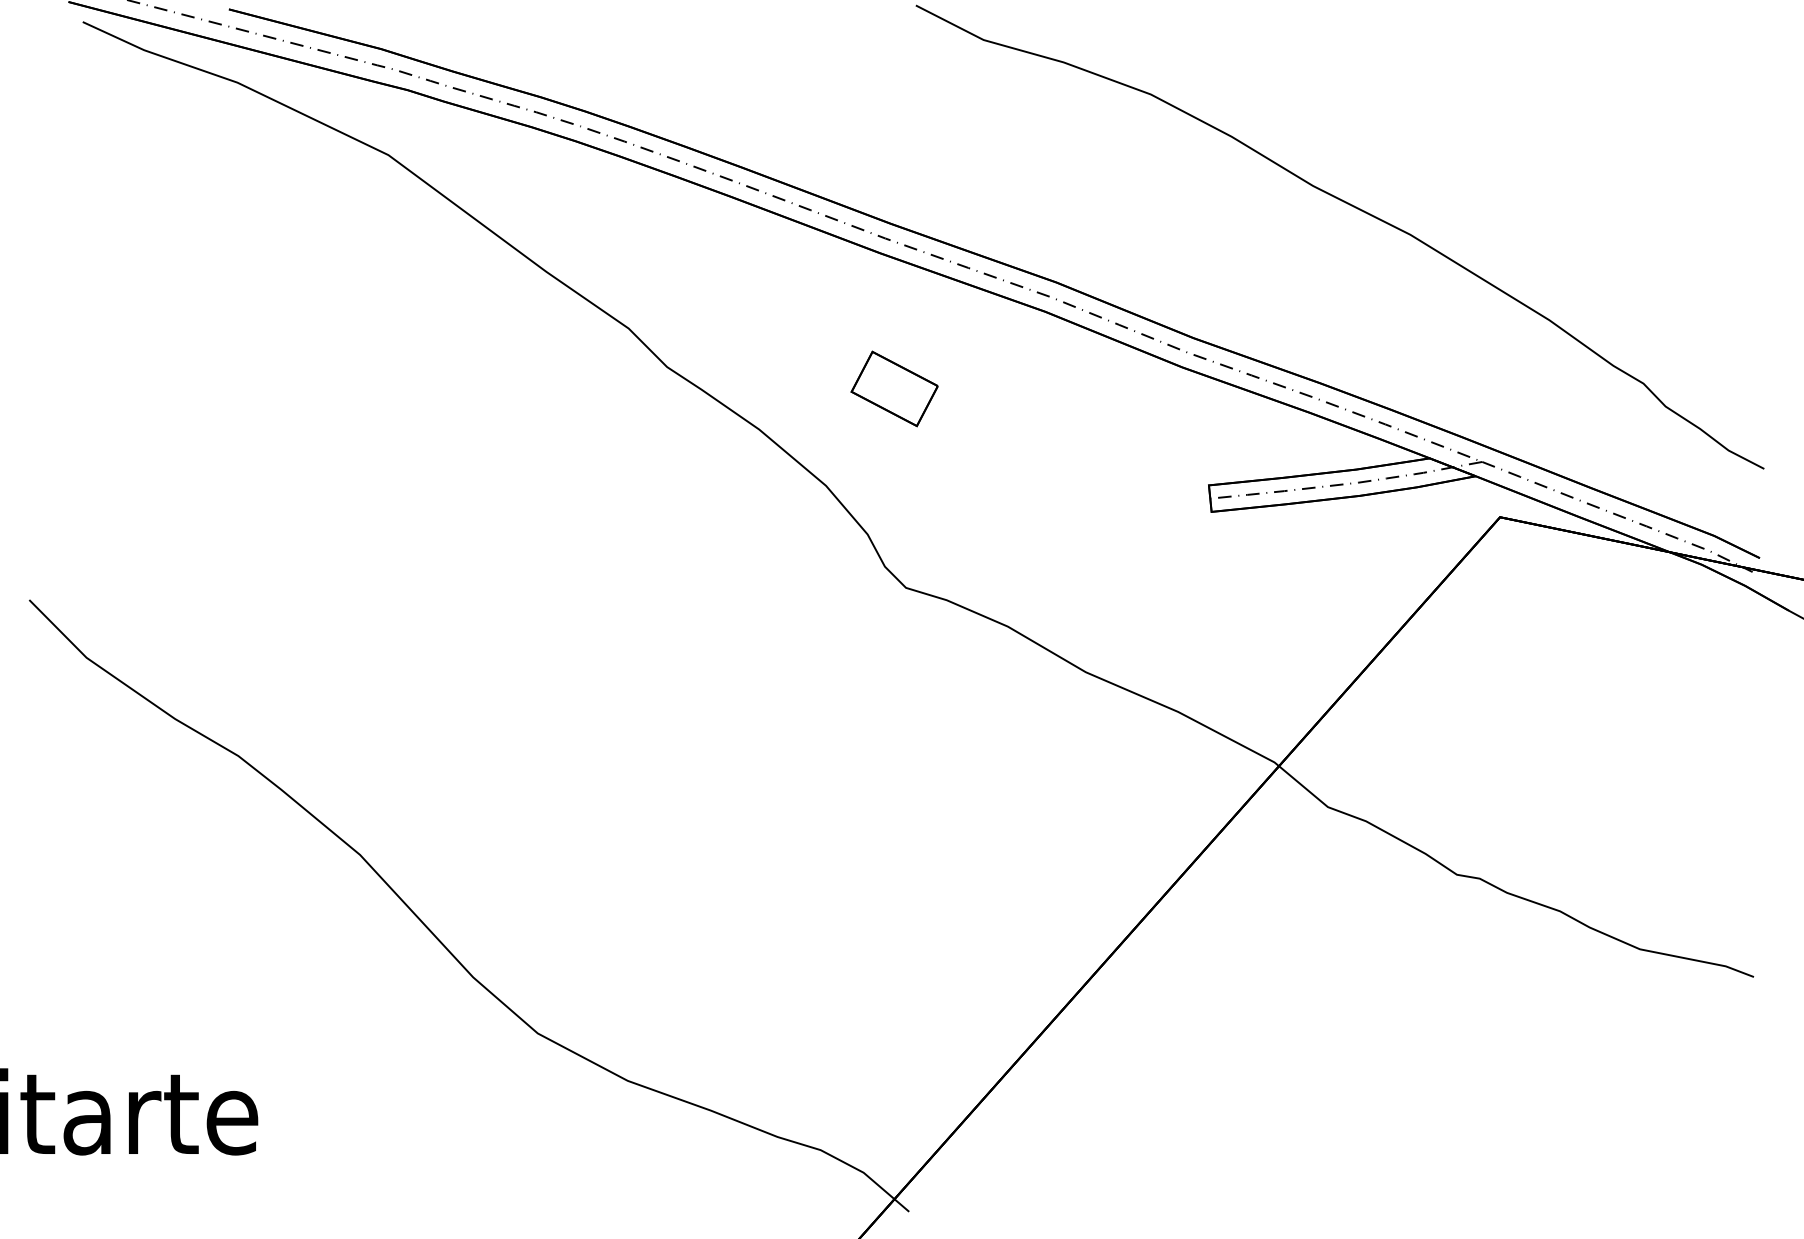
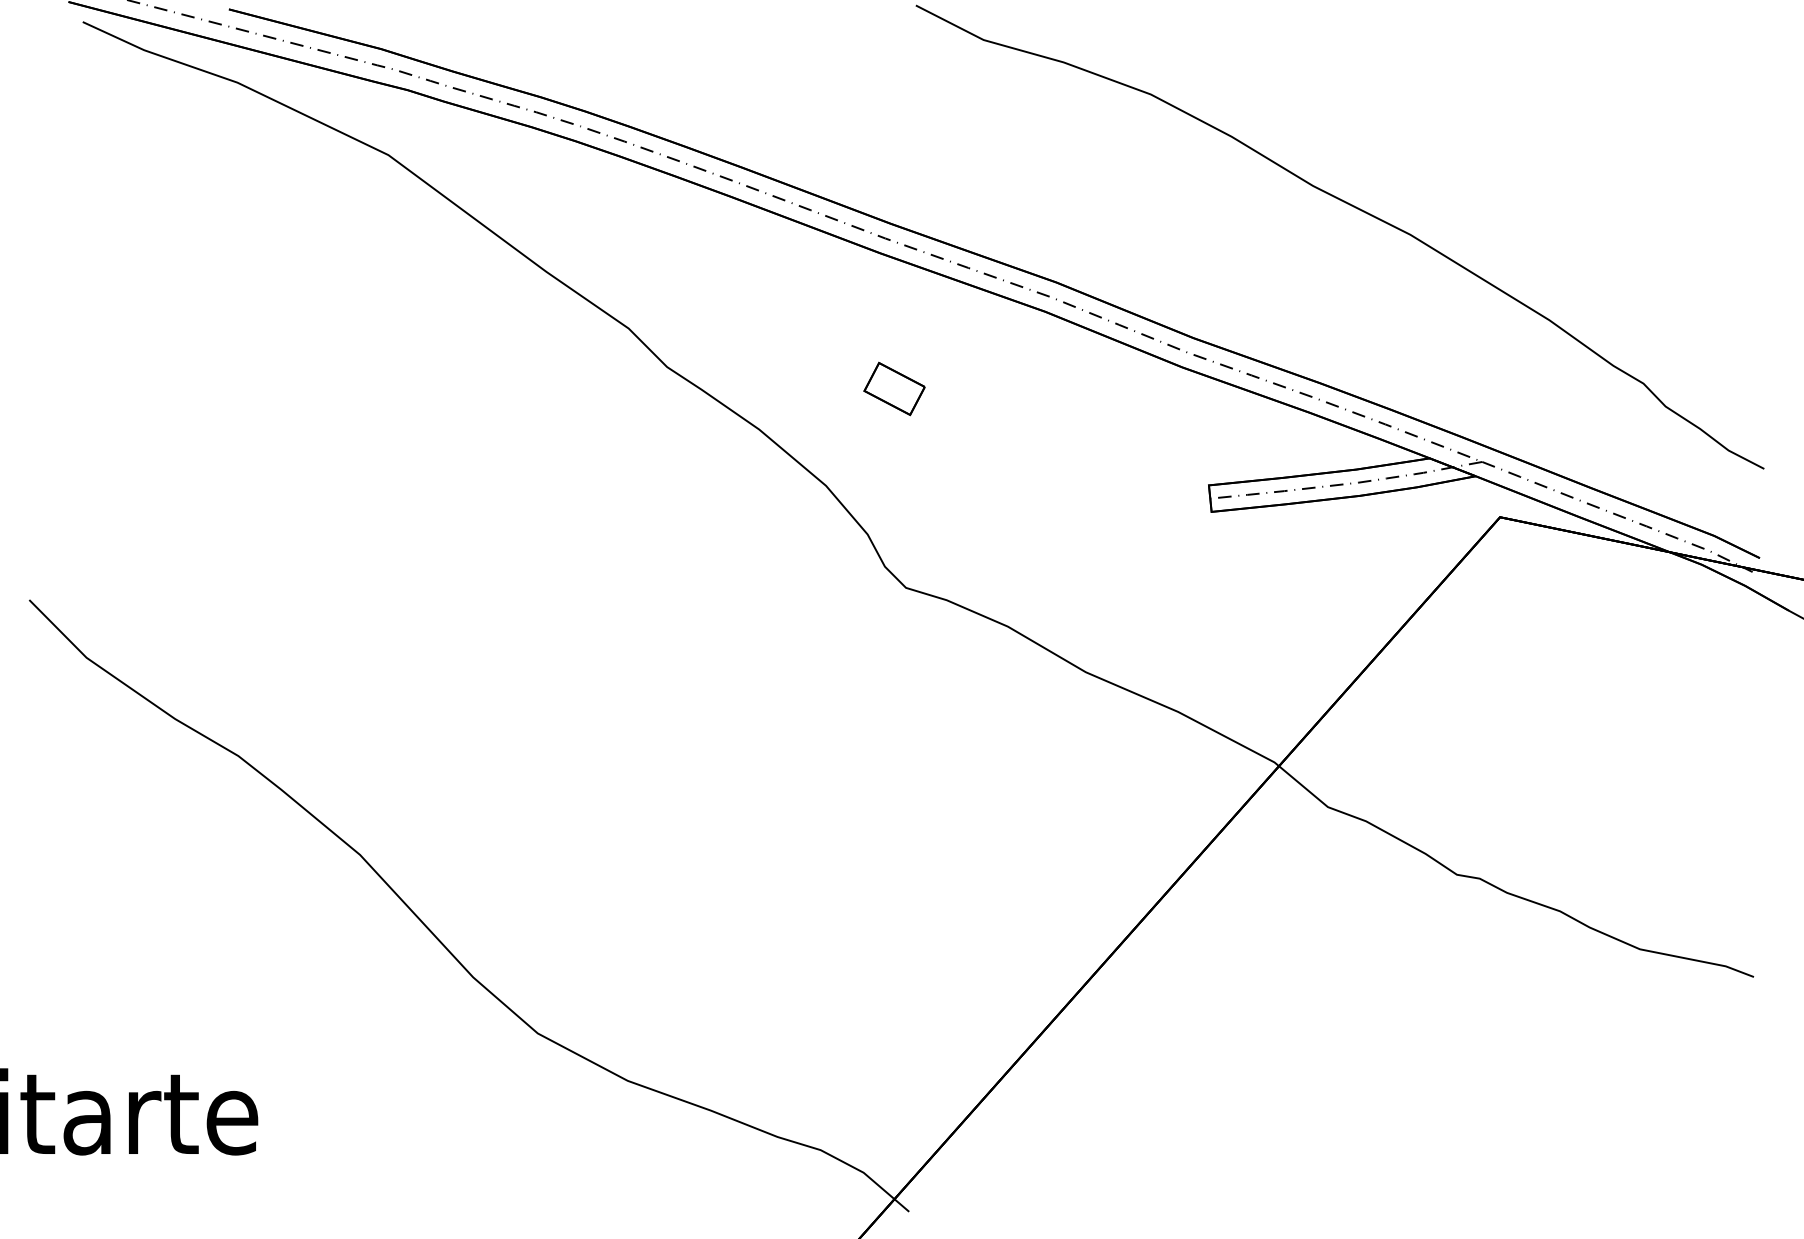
part at (894, 388) size: 89x78 px -> 63x56 px
